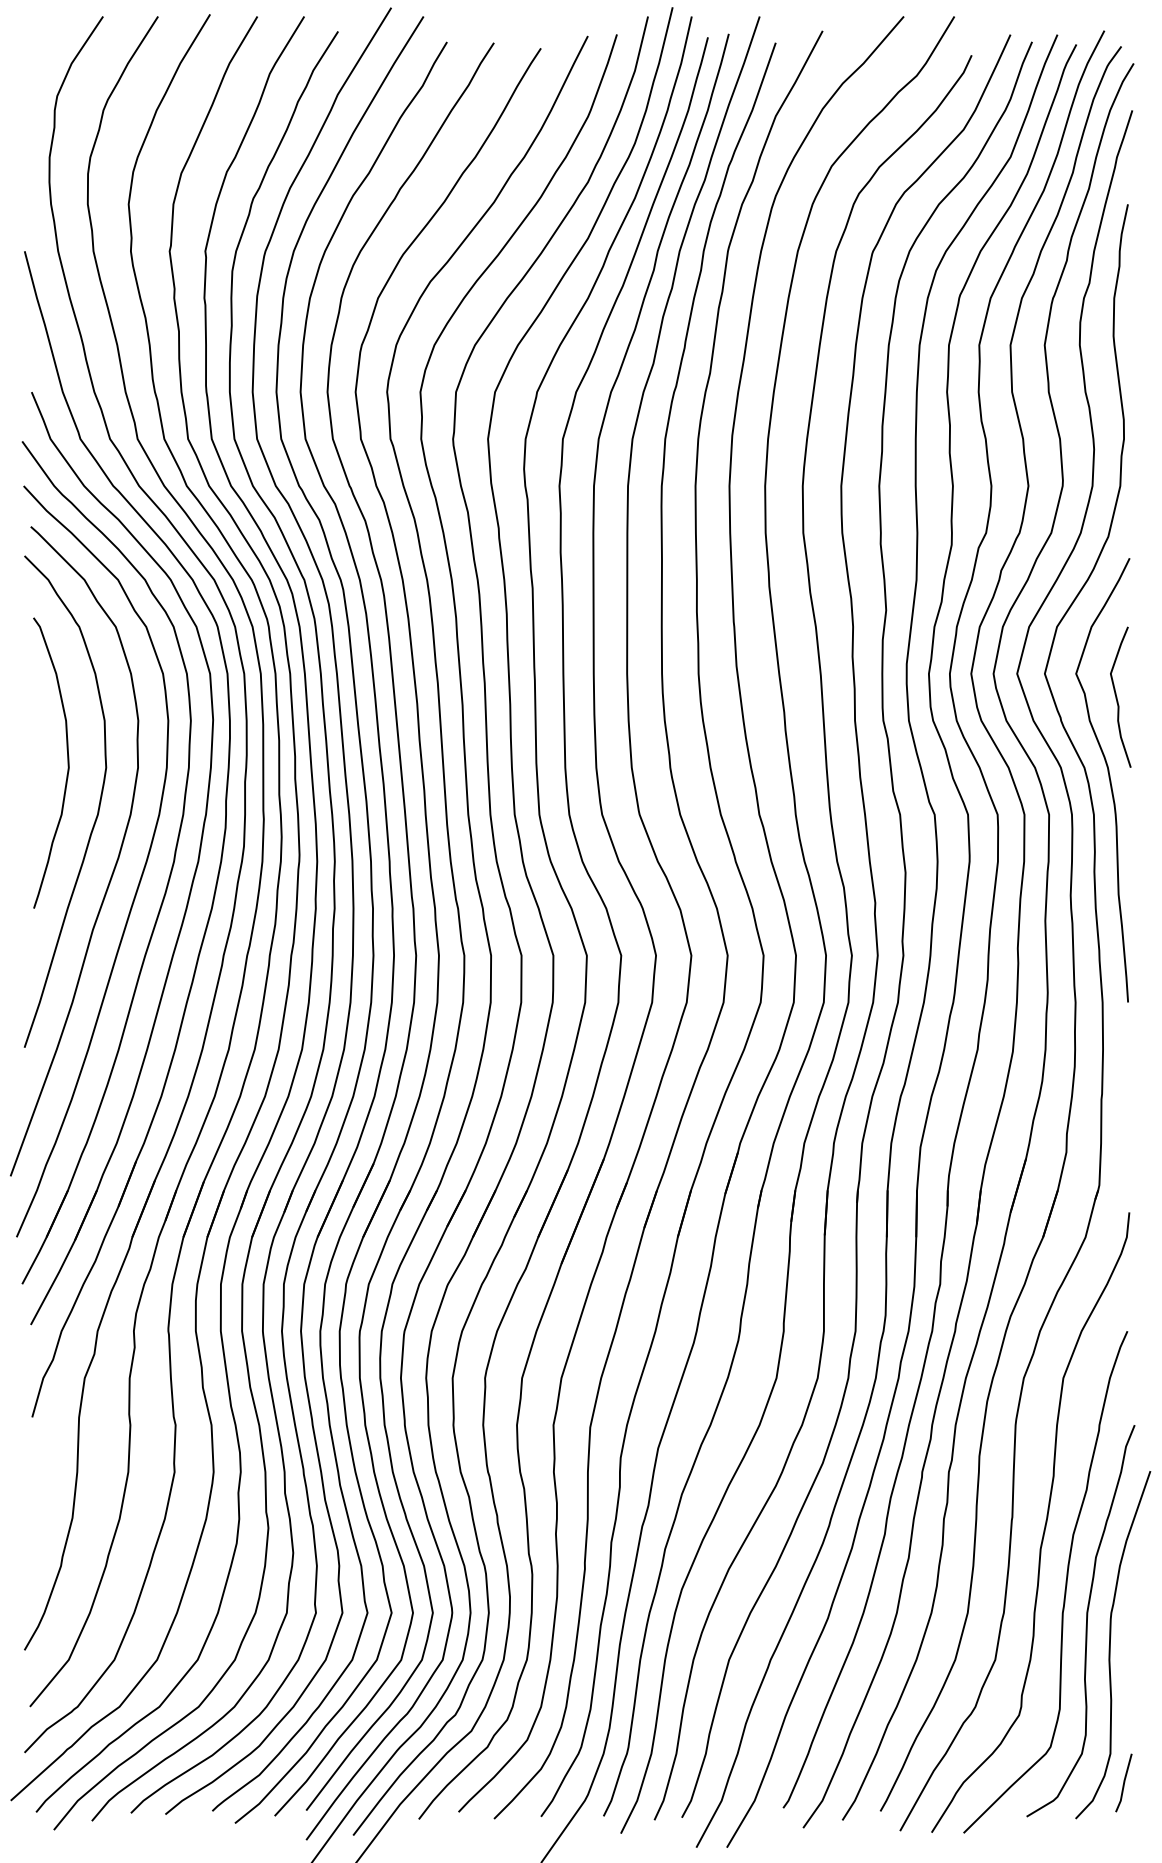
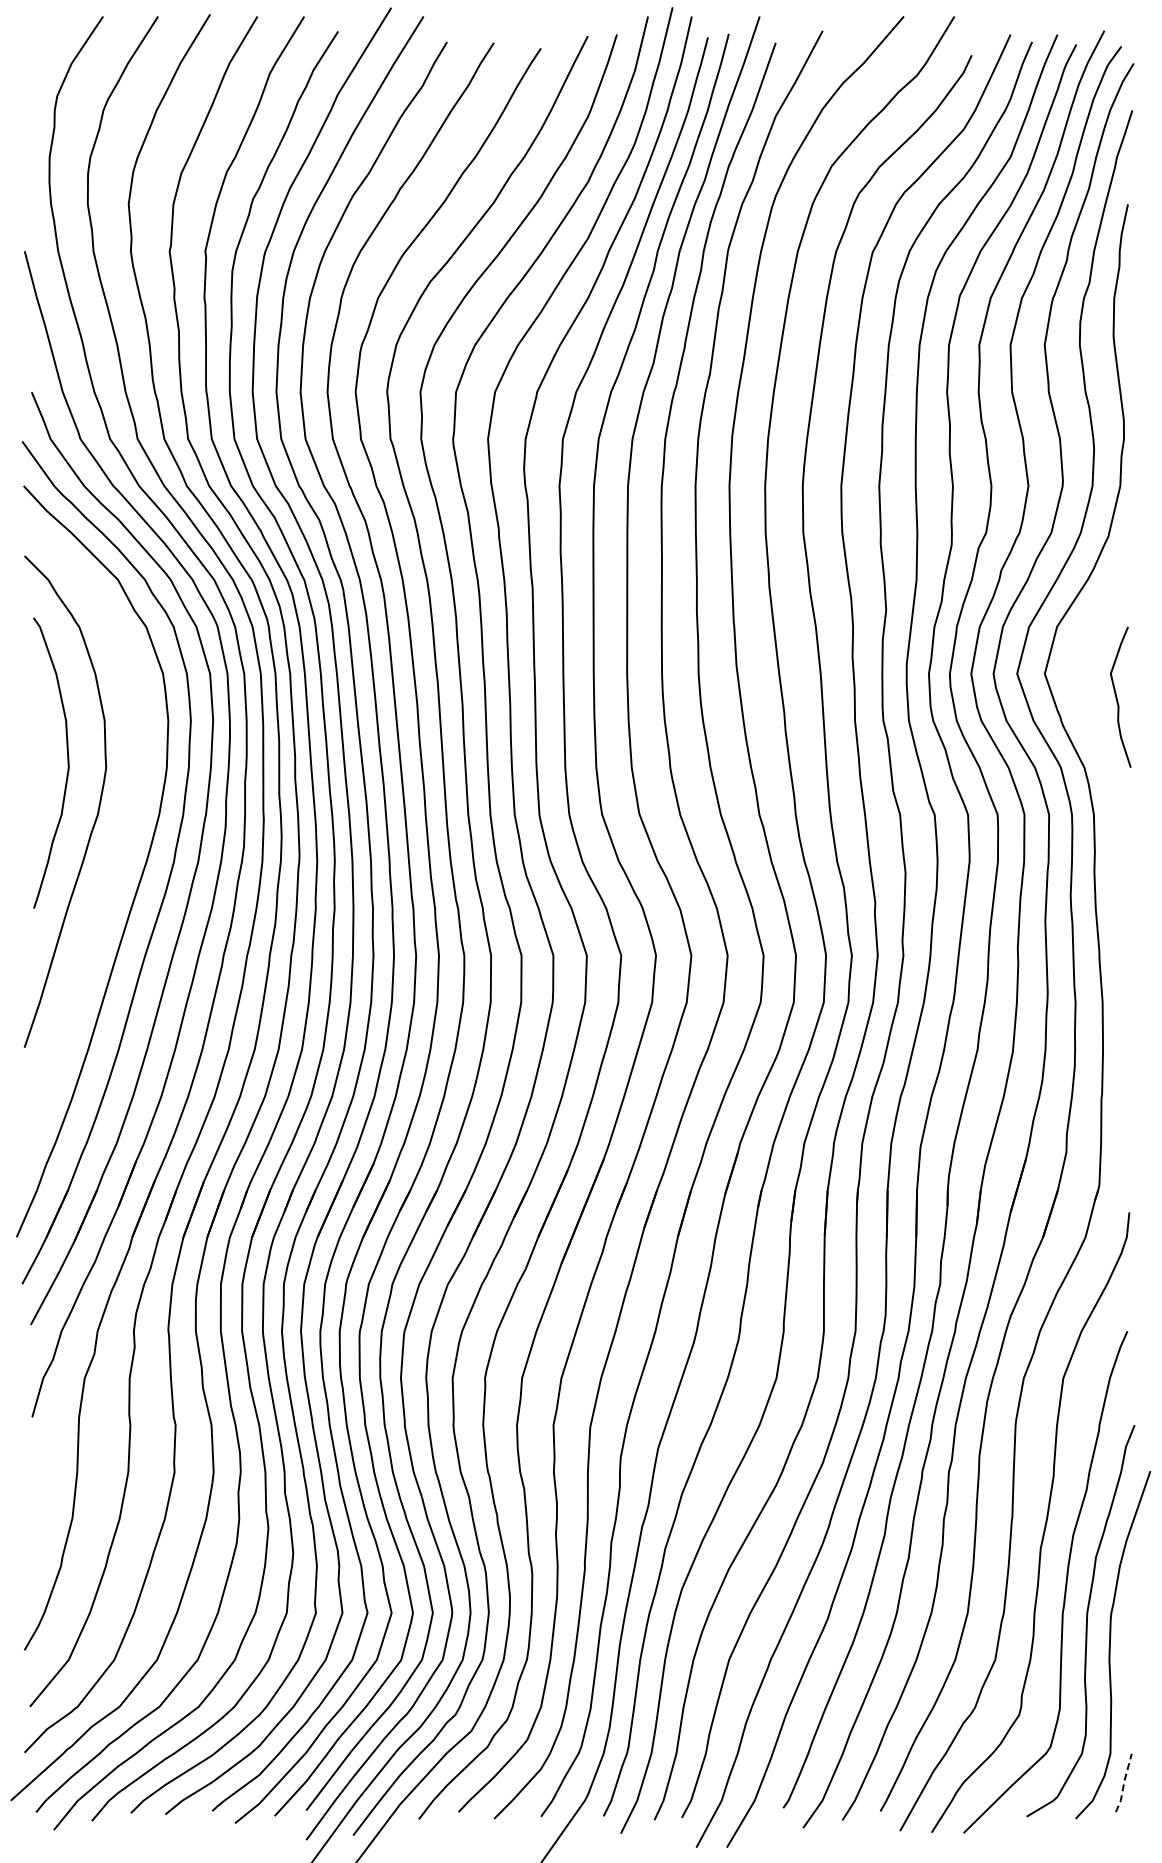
curve at (1108, 777): present -> none
curve at (114, 865): present -> none
line at (1124, 1783): solid -> dashed
